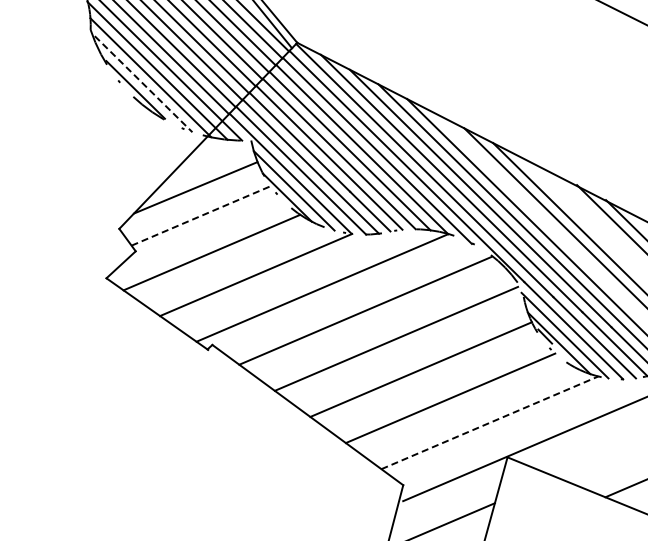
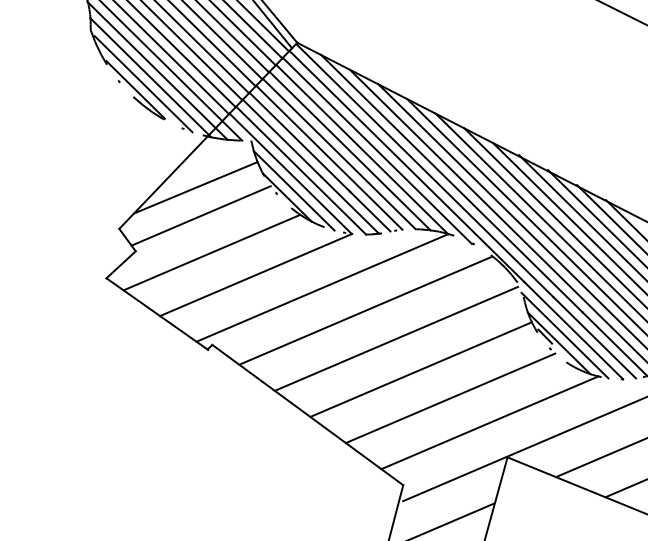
line at (143, 84): dashed -> solid
line at (201, 215): dashed -> solid
line at (539, 215): none -> present
line at (581, 216): none -> present
line at (596, 217): none -> present
line at (489, 422): dashed -> solid
line at (600, 458): none -> present
